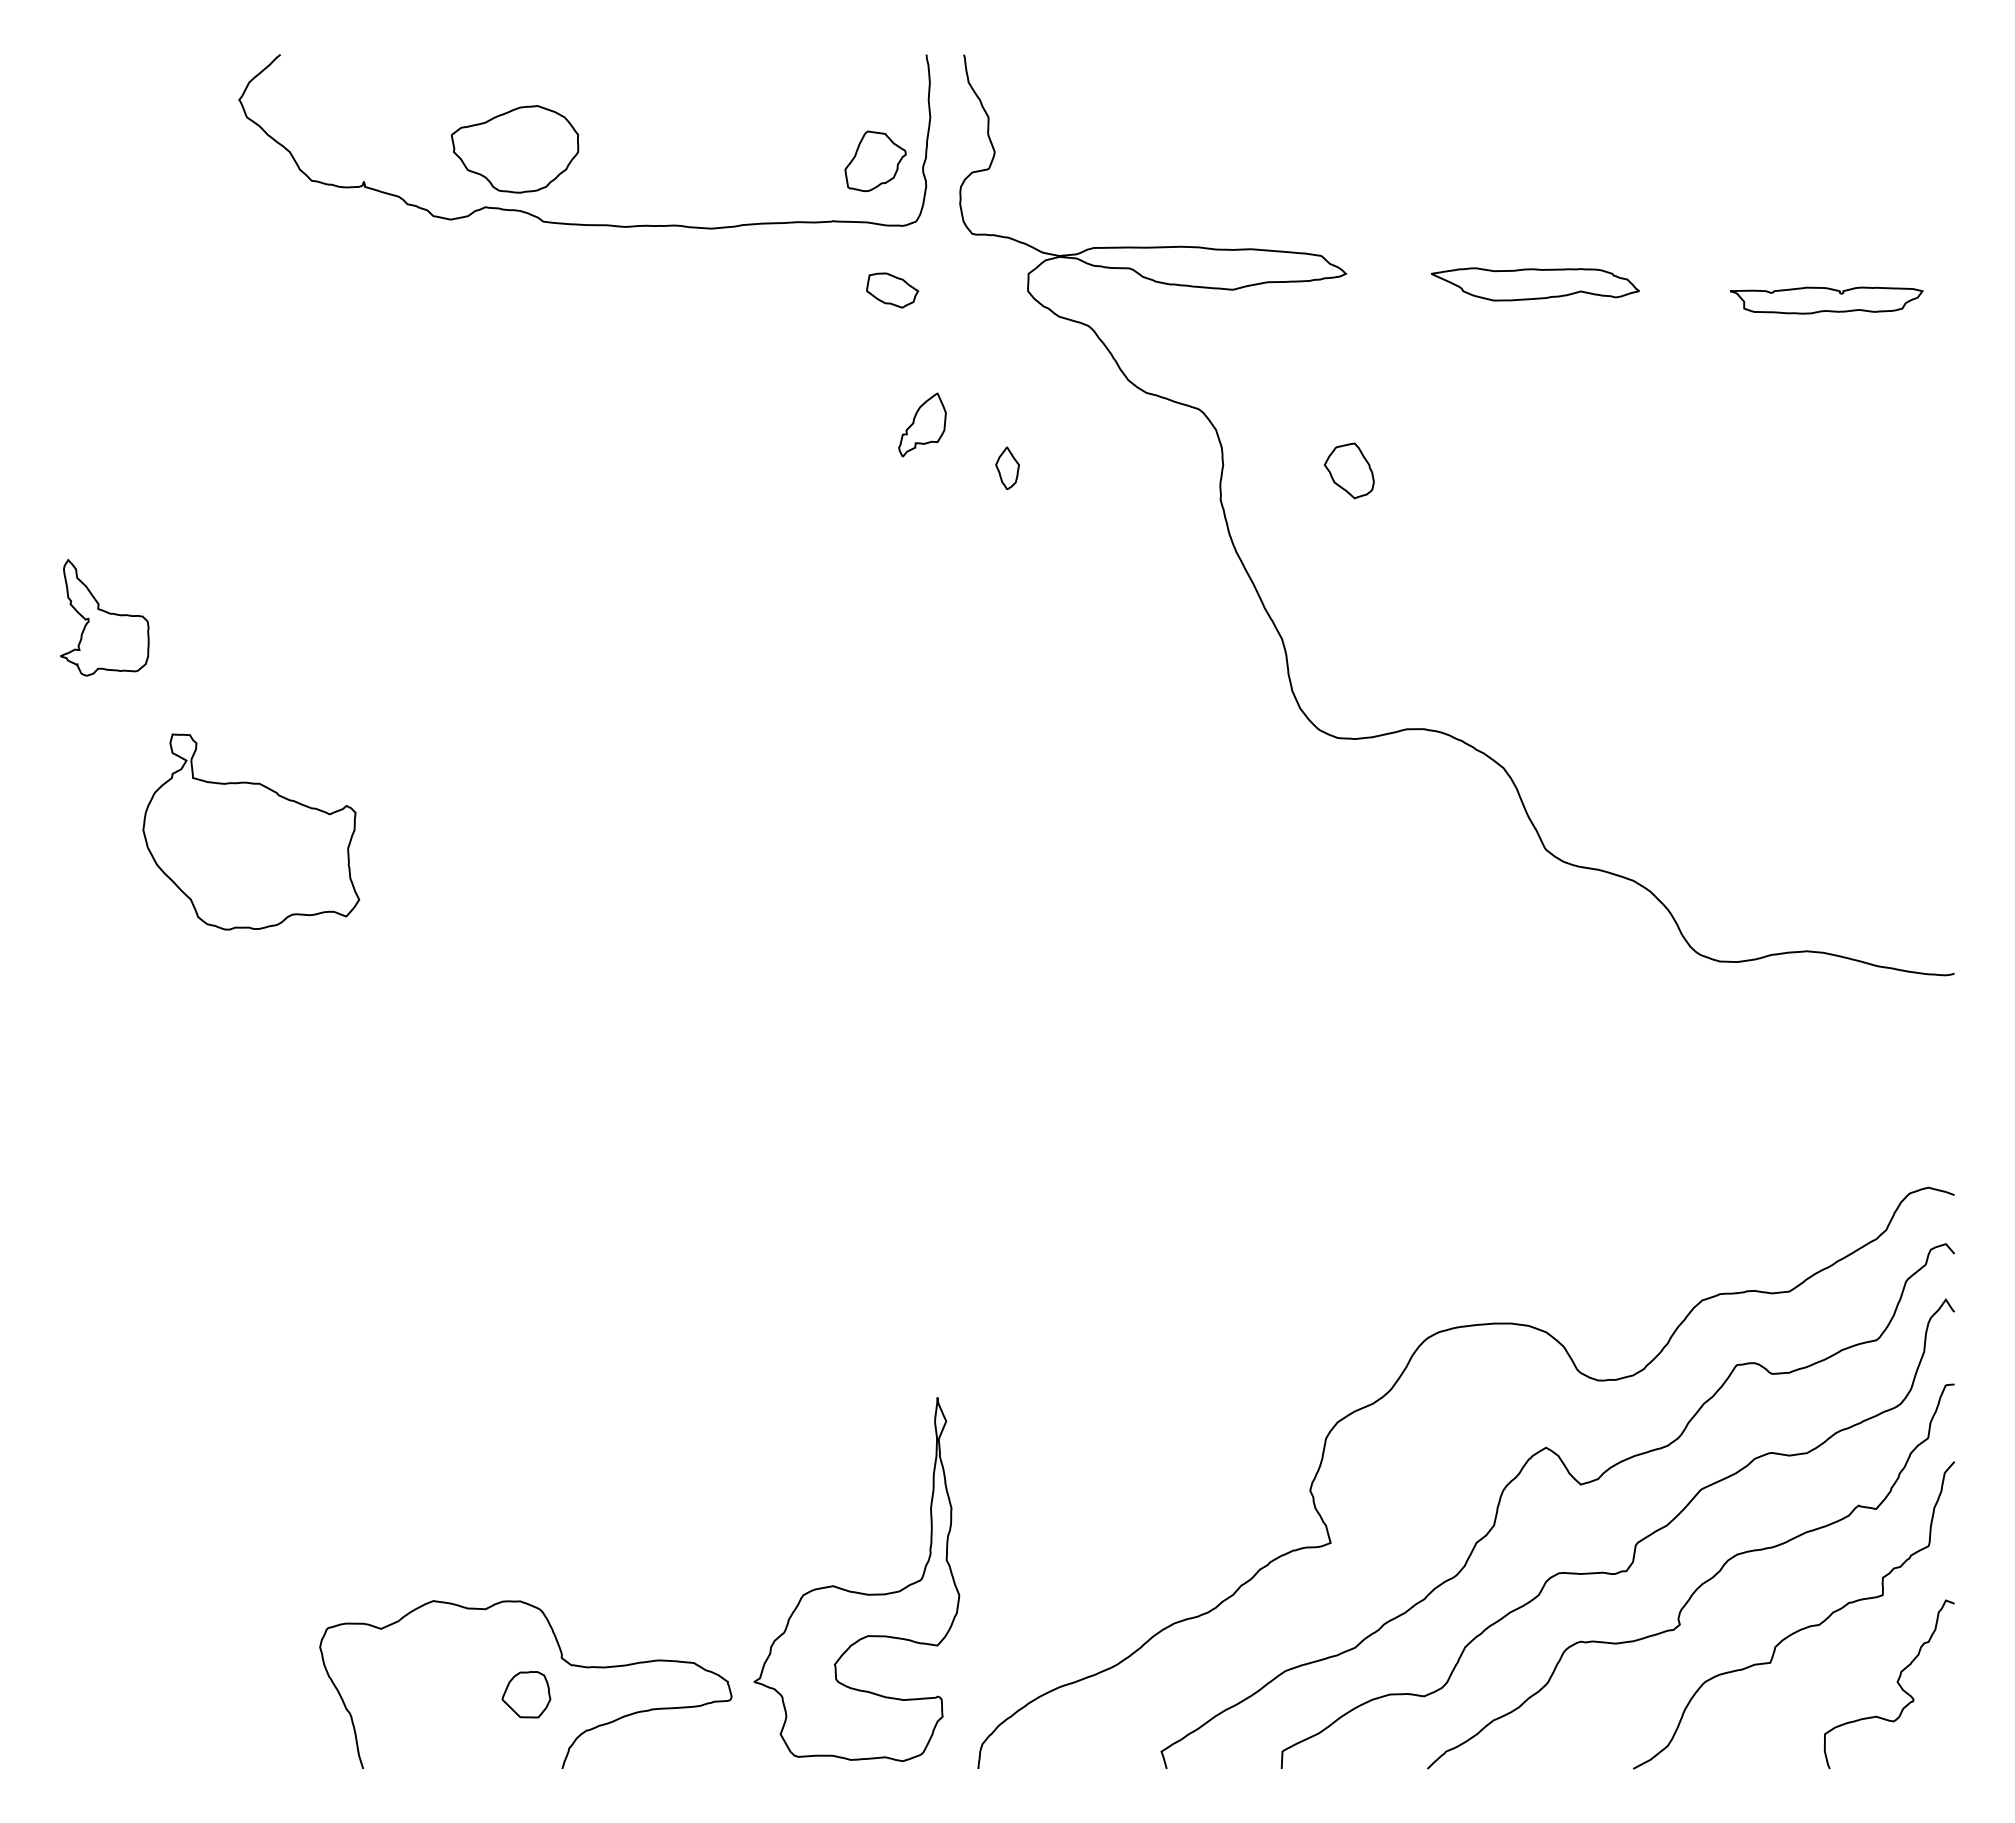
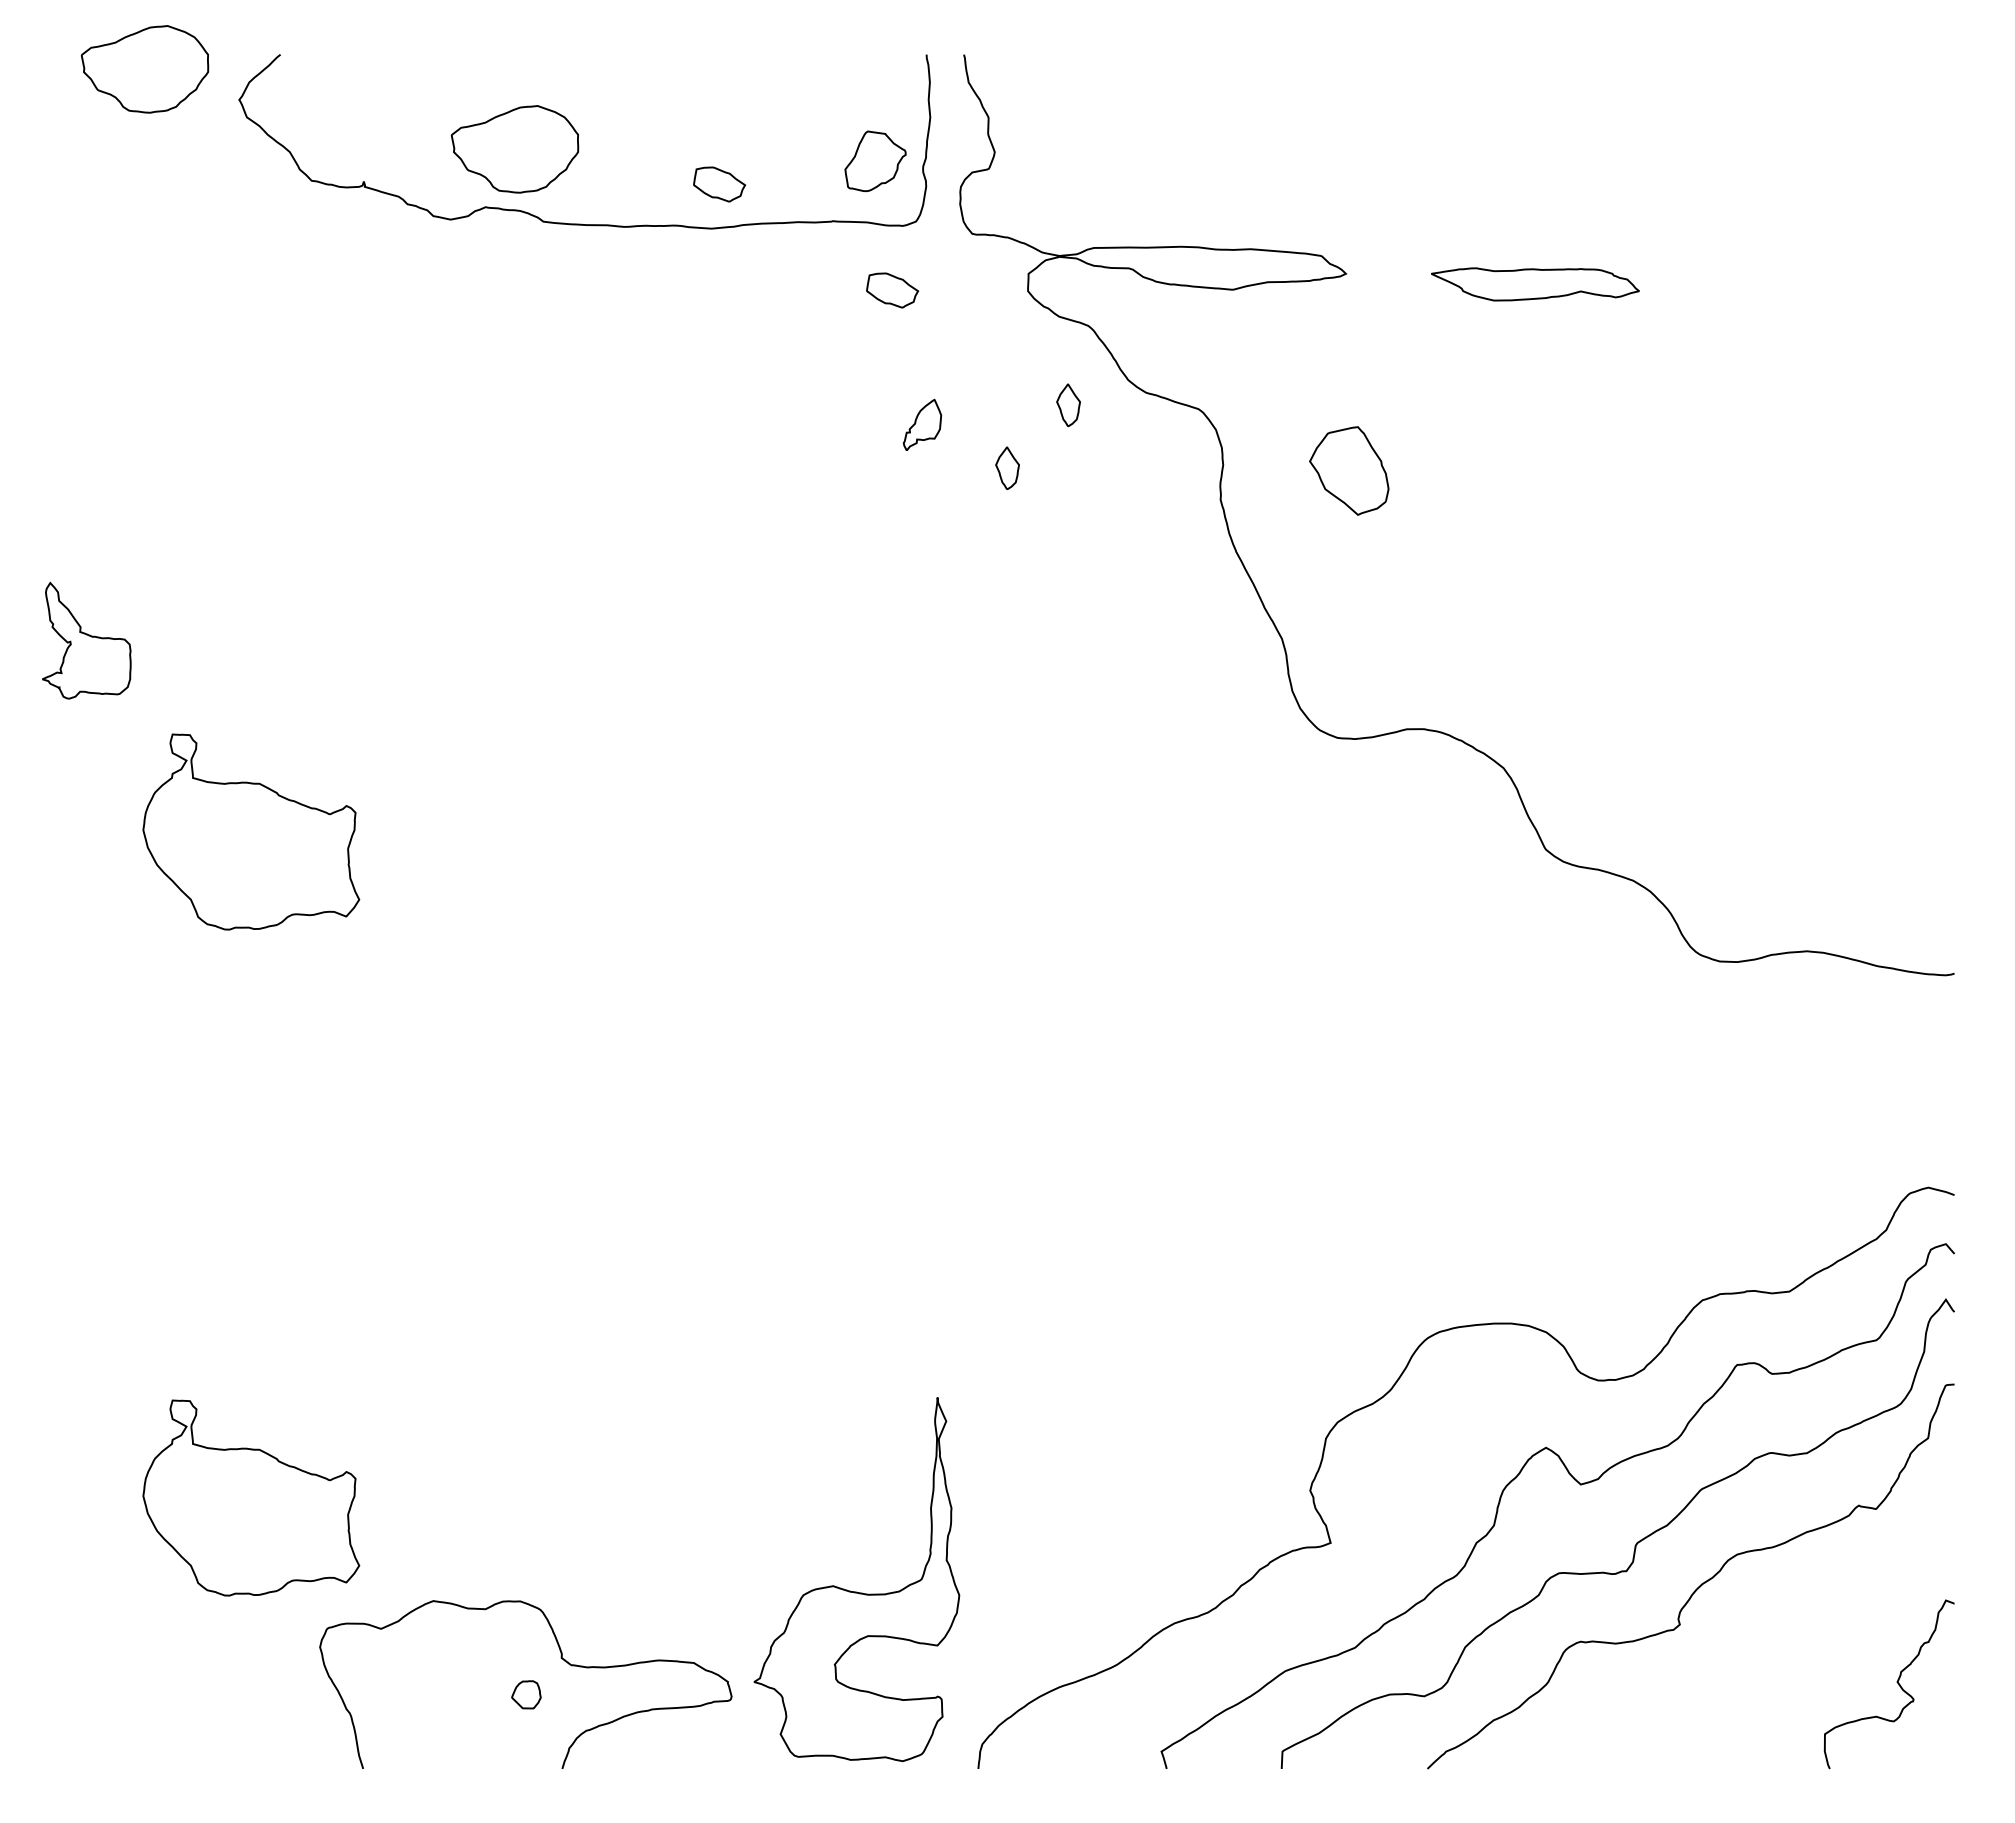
part at (144, 69): none -> present
part at (719, 184): none -> present
part at (1826, 300): present -> none
part at (1068, 404): none -> present
part at (922, 424) size: 49x66 px -> 41x53 px
part at (1349, 470) size: 51x58 px -> 81x90 px
part at (104, 617) position: (104, 617) -> (86, 640)
part at (251, 1497): none -> present
curve at (1798, 1629): present -> none
part at (526, 1694) size: 51x48 px -> 31x30 px
